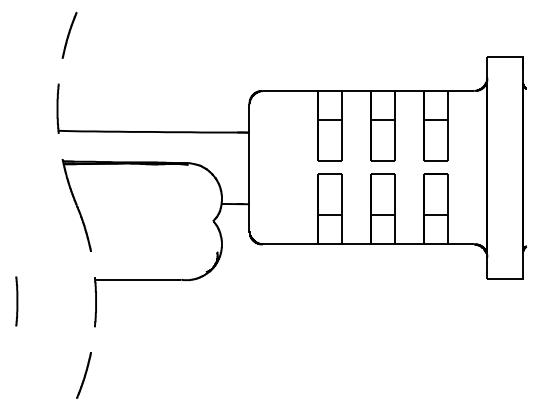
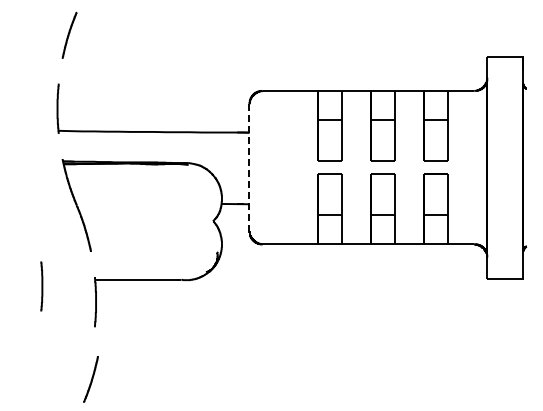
line at (249, 167): solid -> dashed
line at (16, 301) position: (16, 301) -> (41, 286)
curve at (84, 375) position: (84, 375) -> (91, 379)
